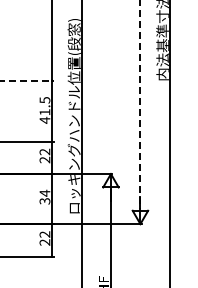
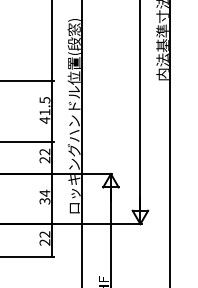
line at (27, 80): dashed -> solid
line at (140, 104): dashed -> solid
